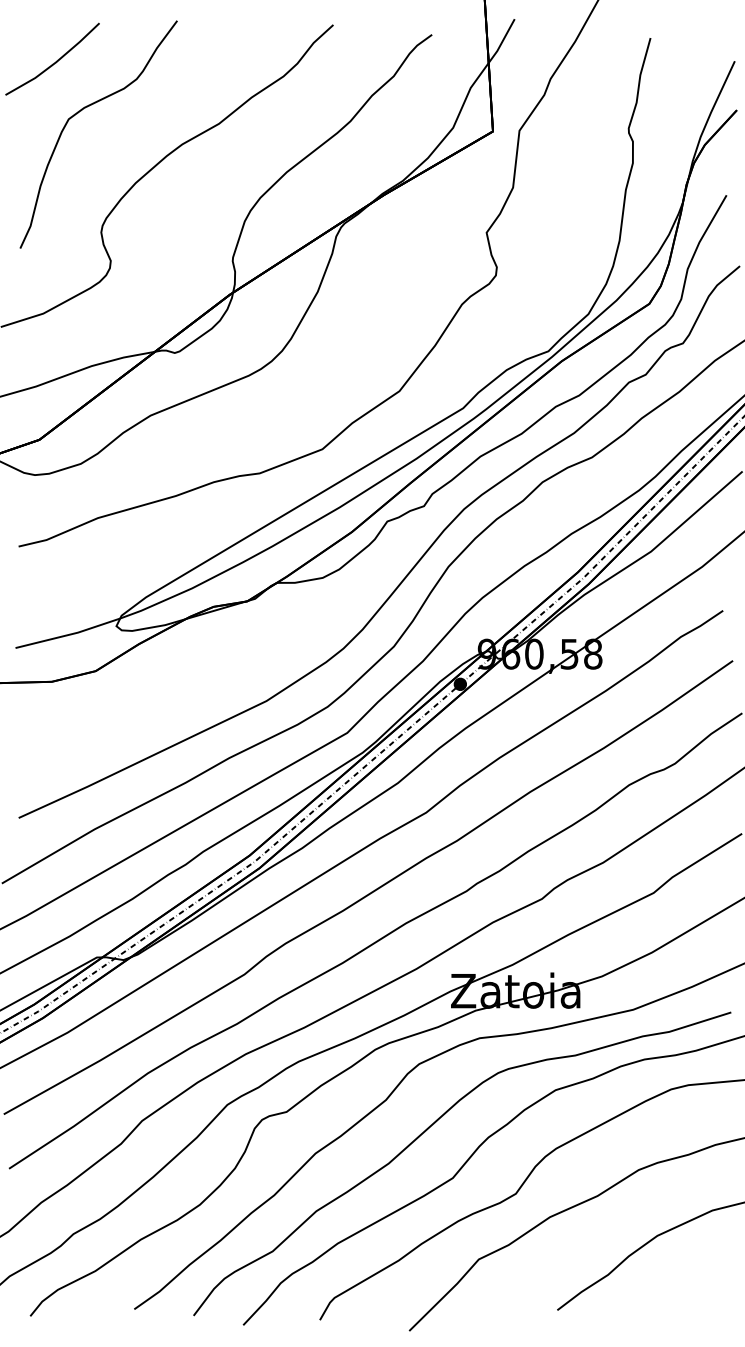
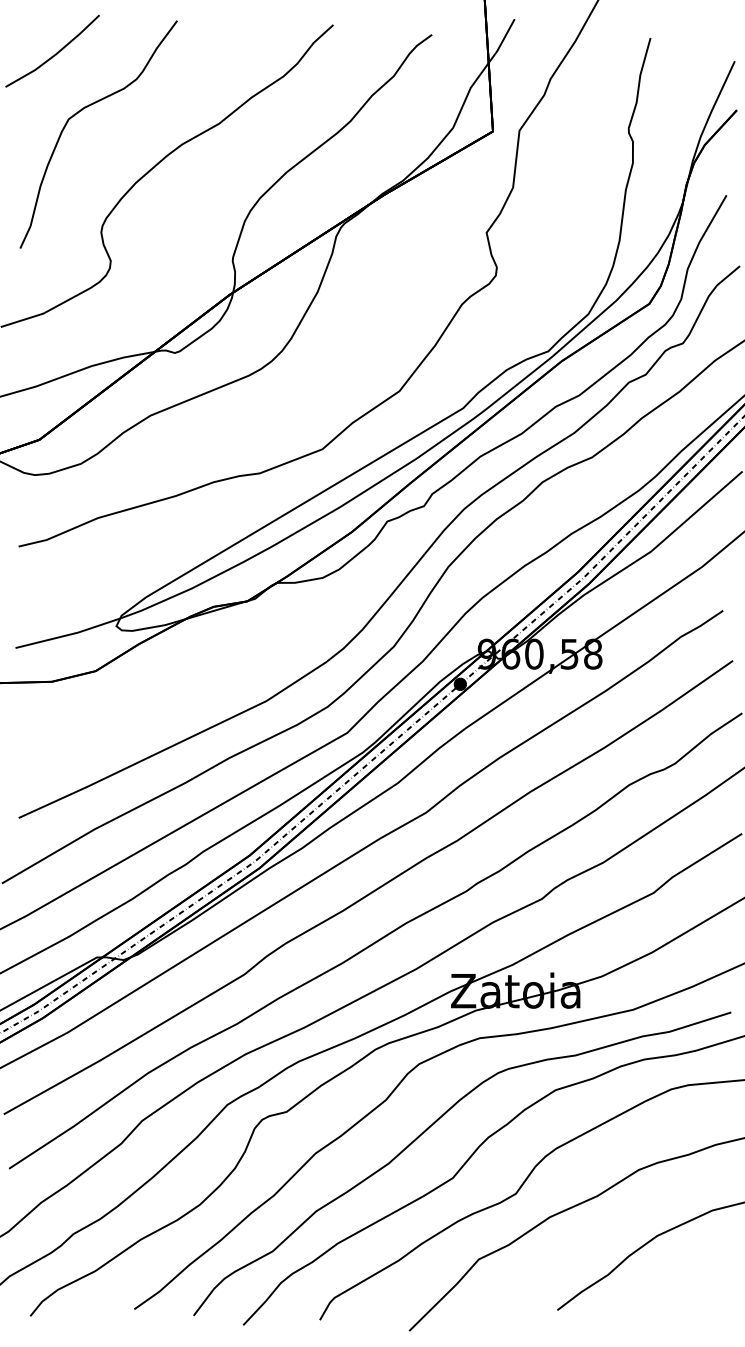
line at (55, 61) position: (55, 61) -> (55, 53)
